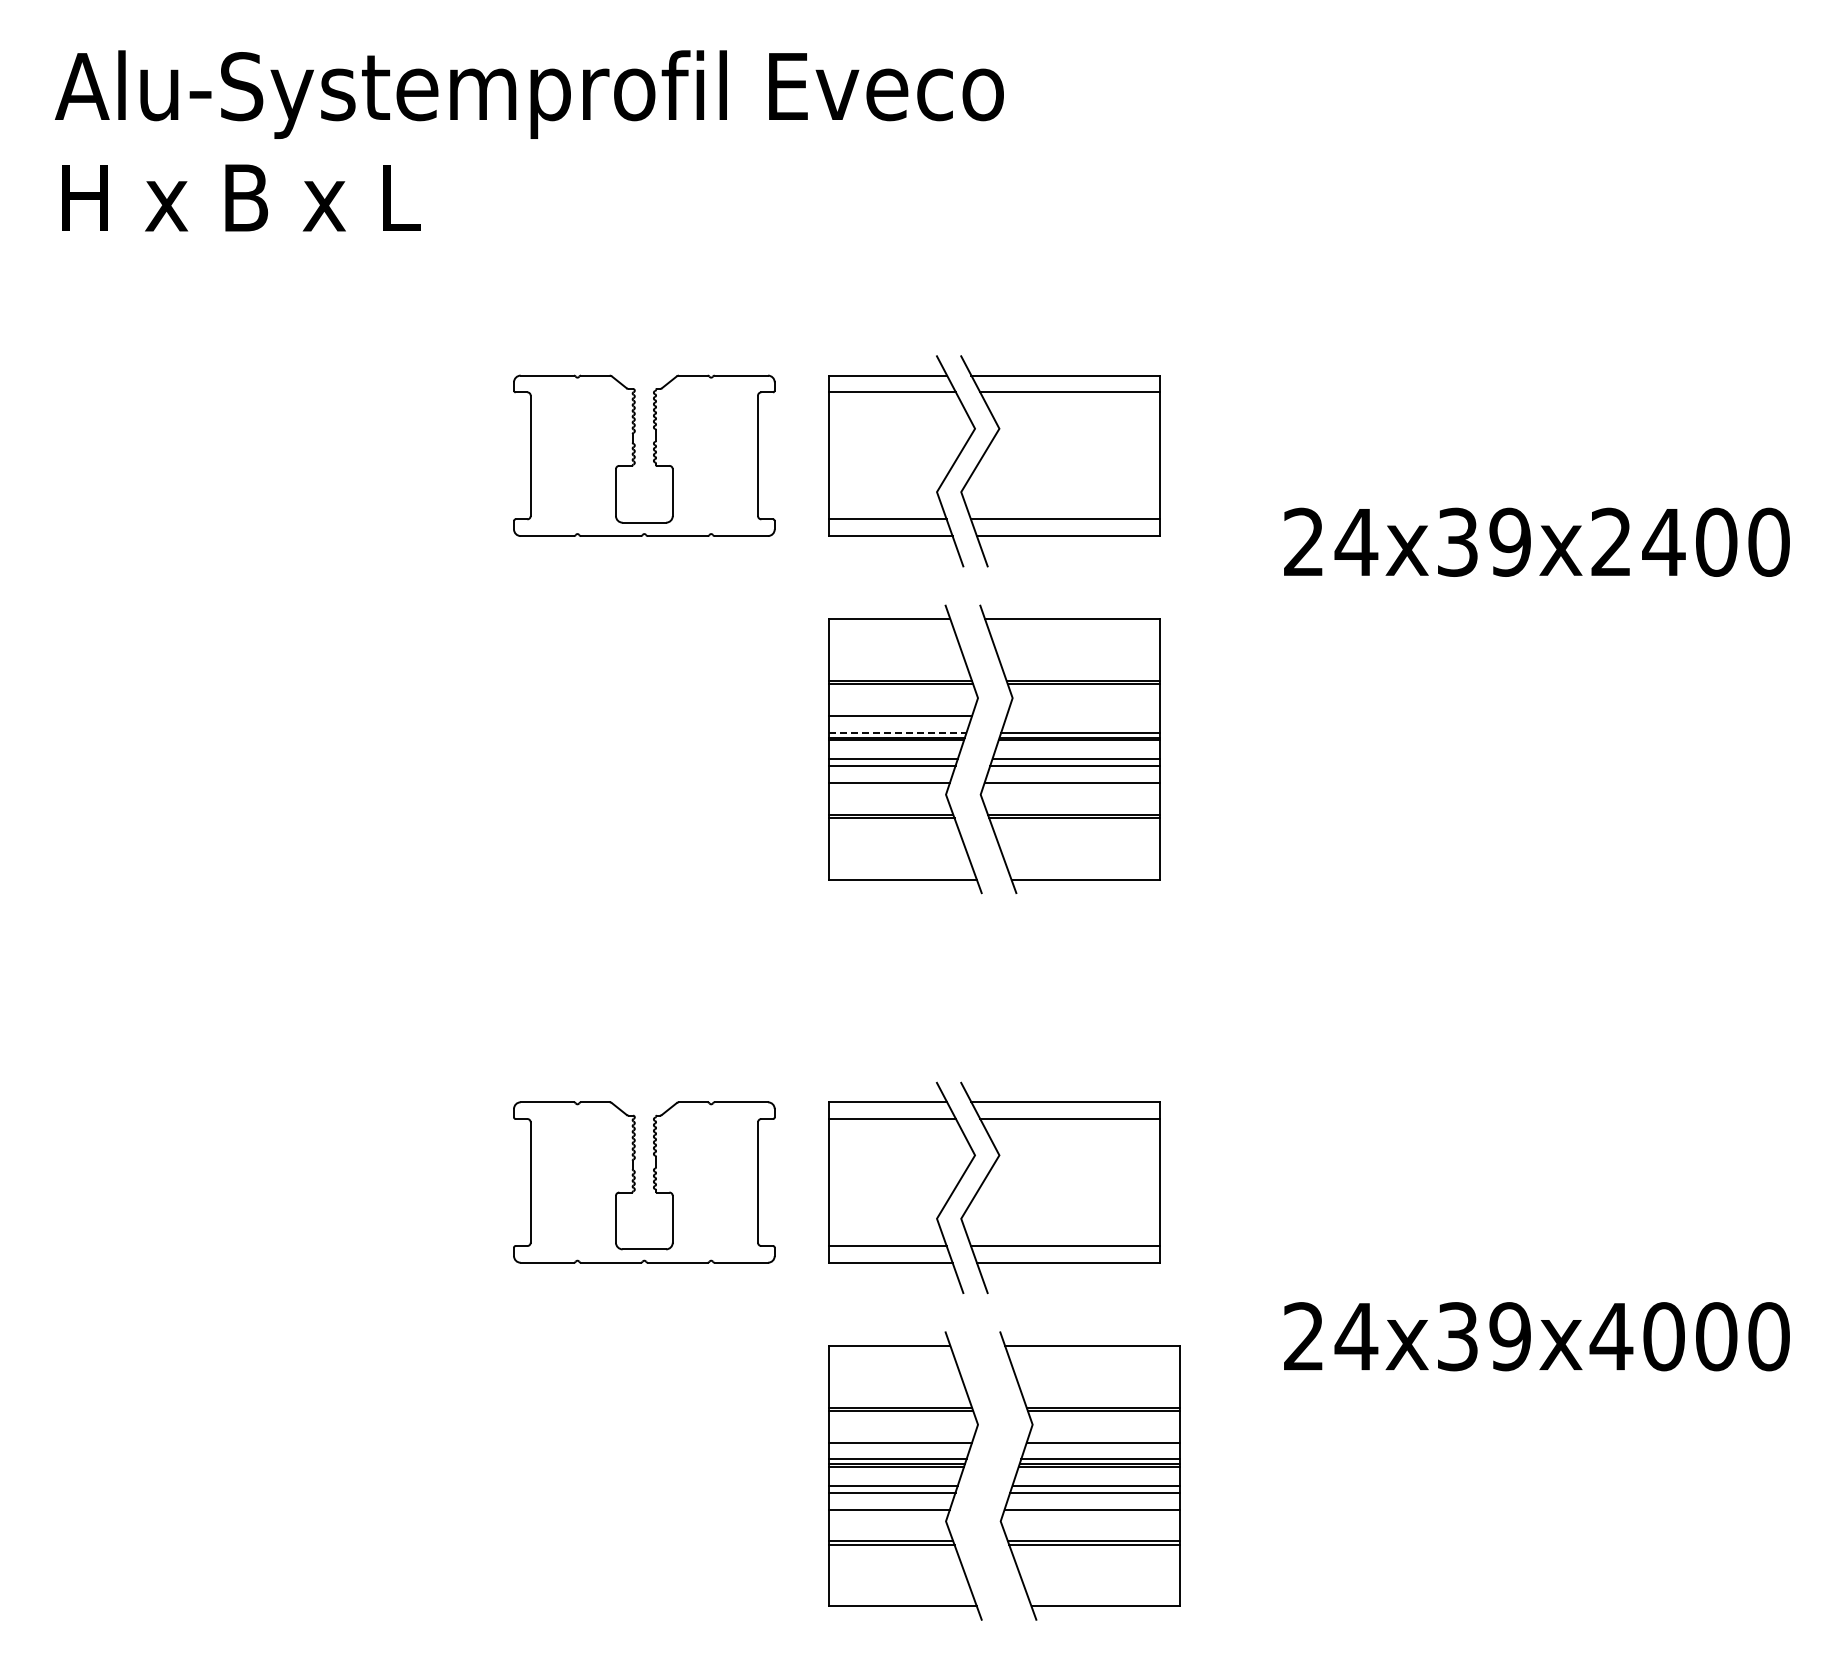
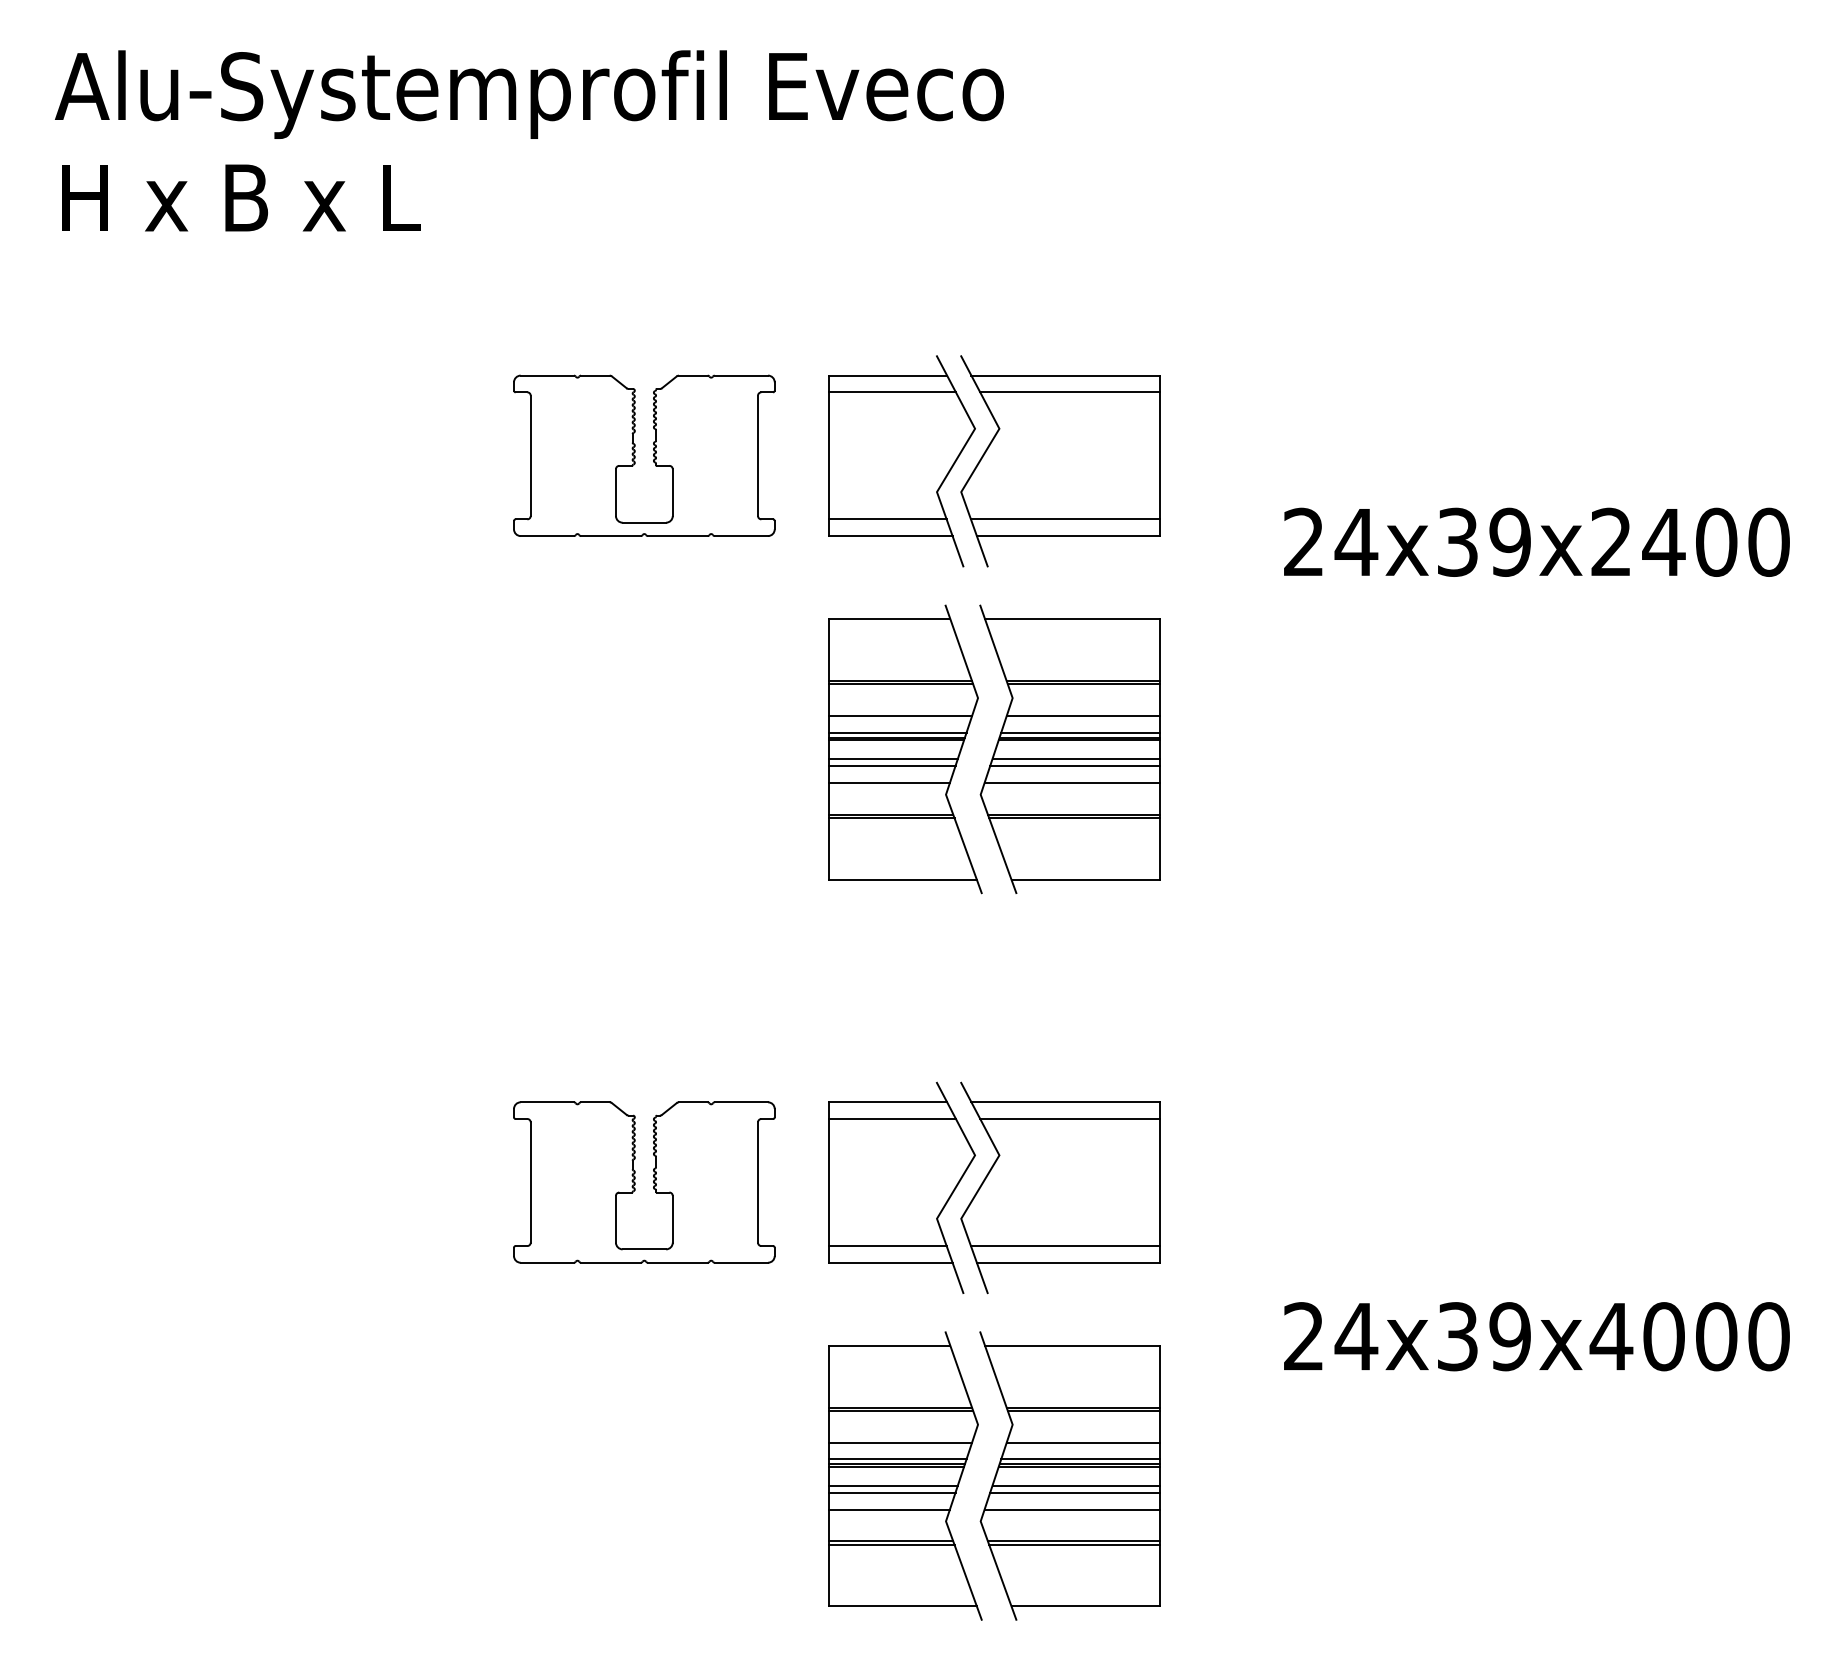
line at (1083, 715): none -> present
line at (897, 732): dashed -> solid
part at (1089, 1475) position: (1089, 1475) -> (1069, 1475)
